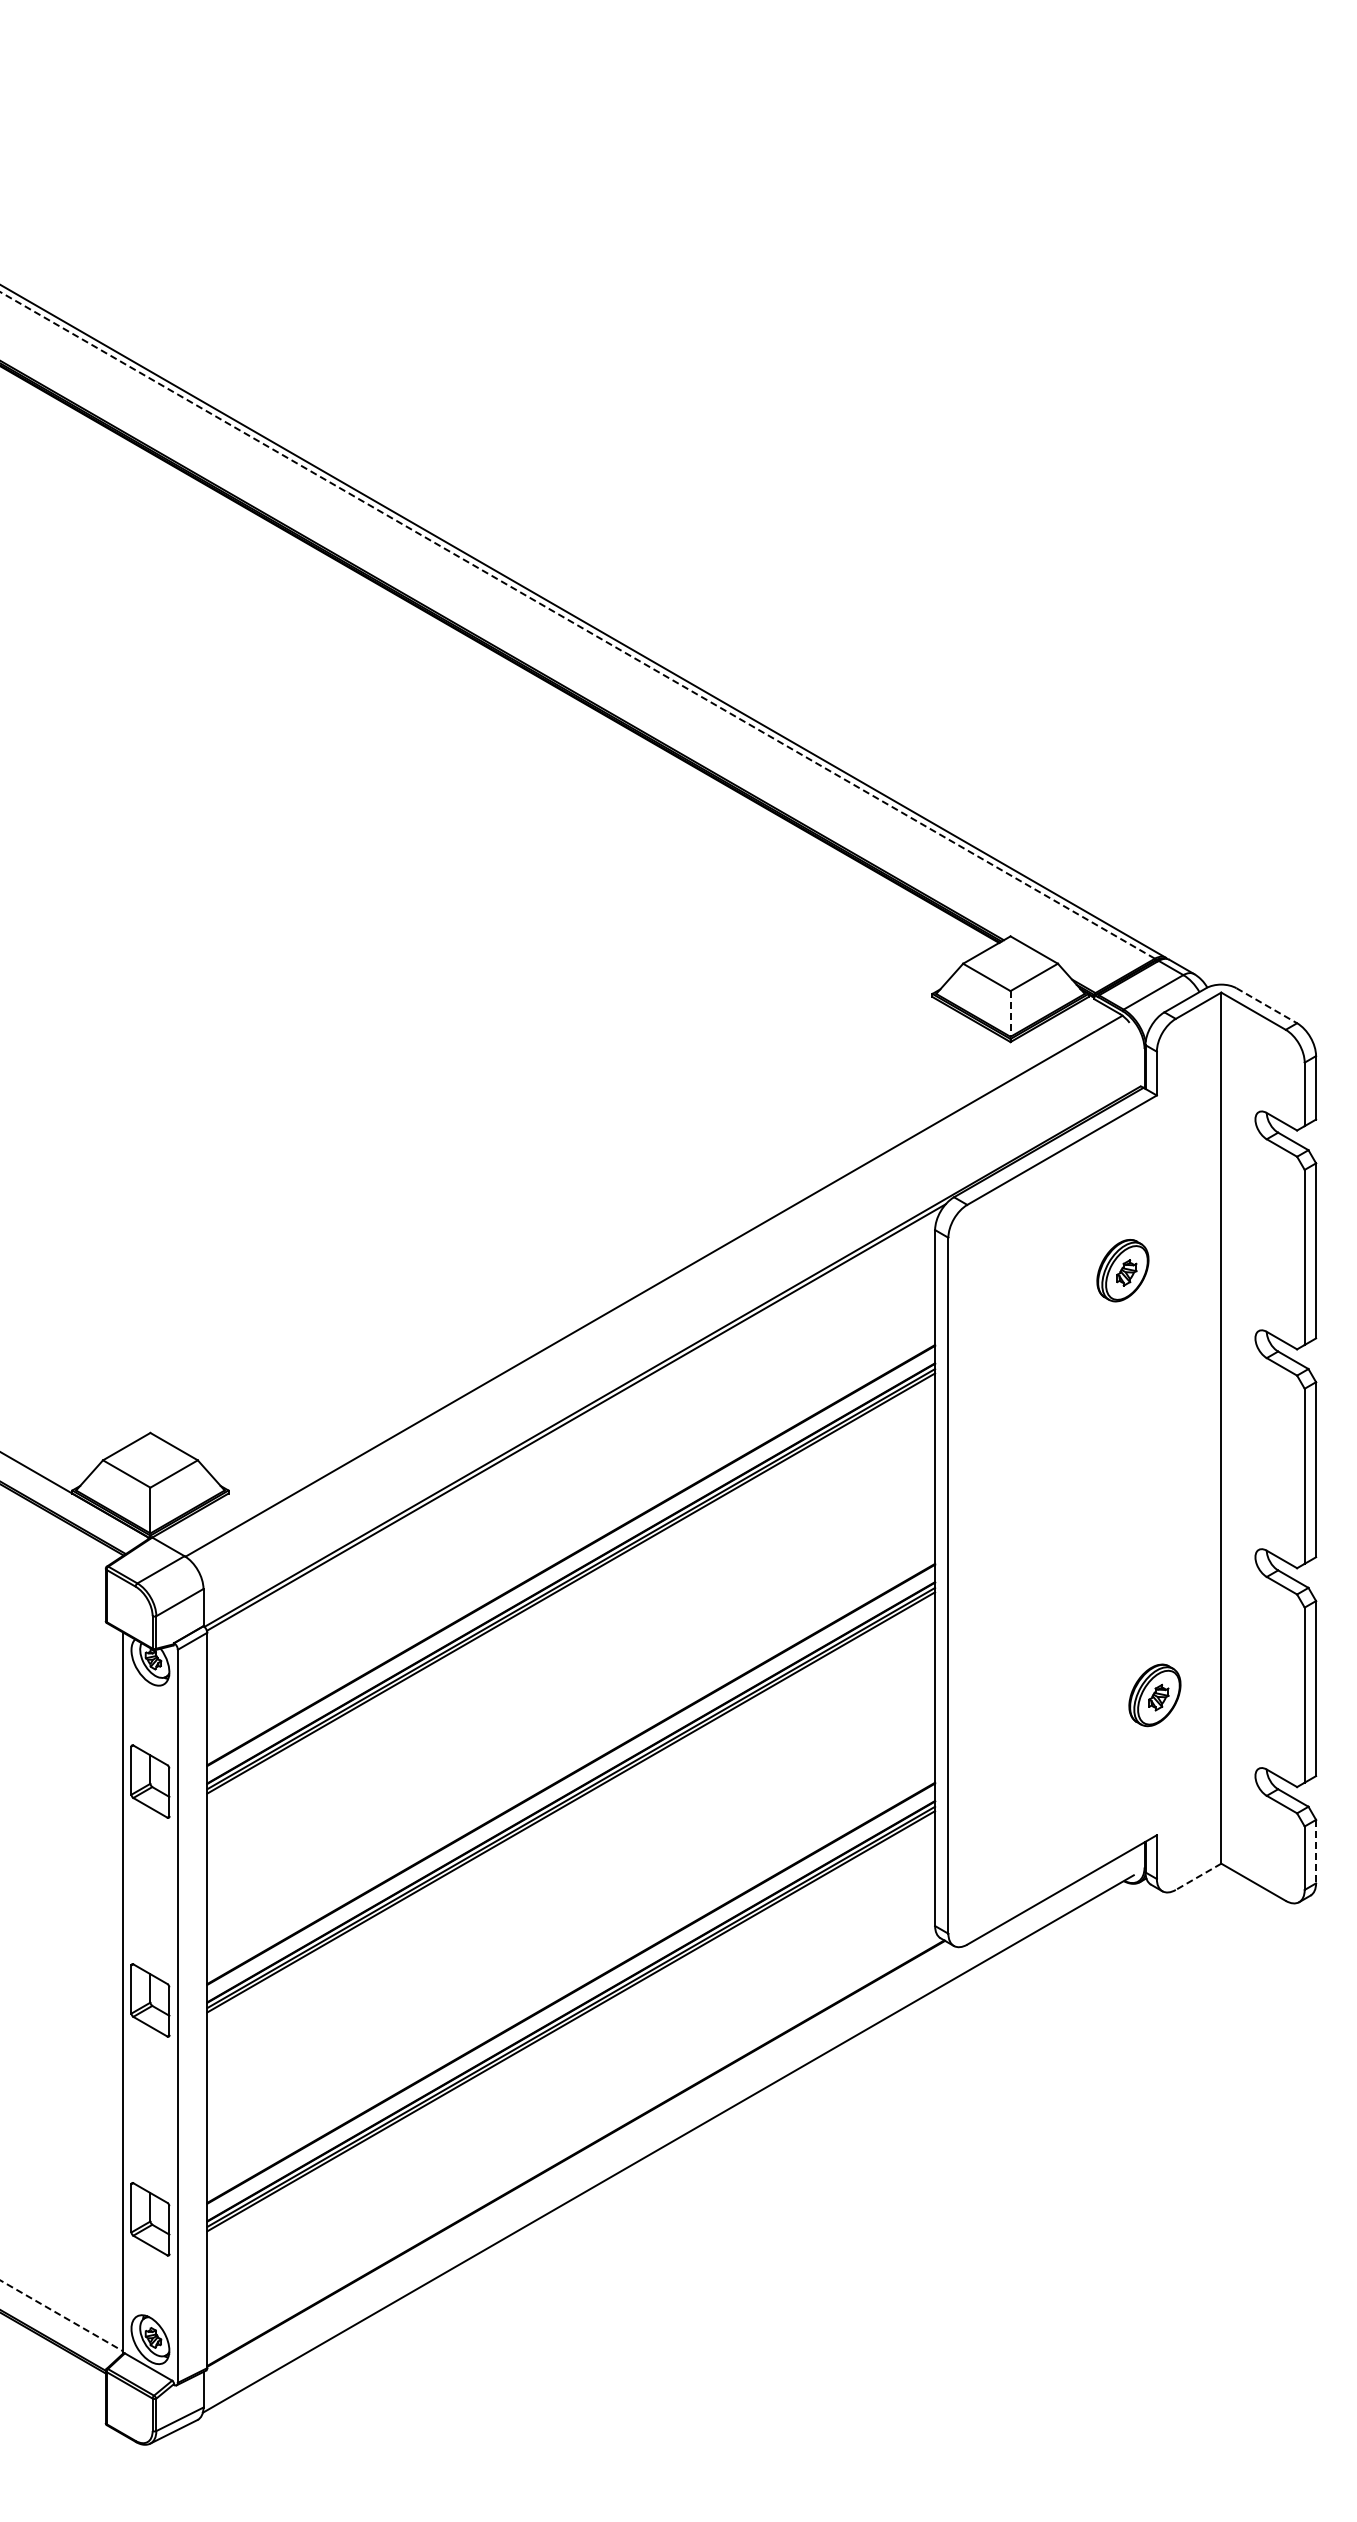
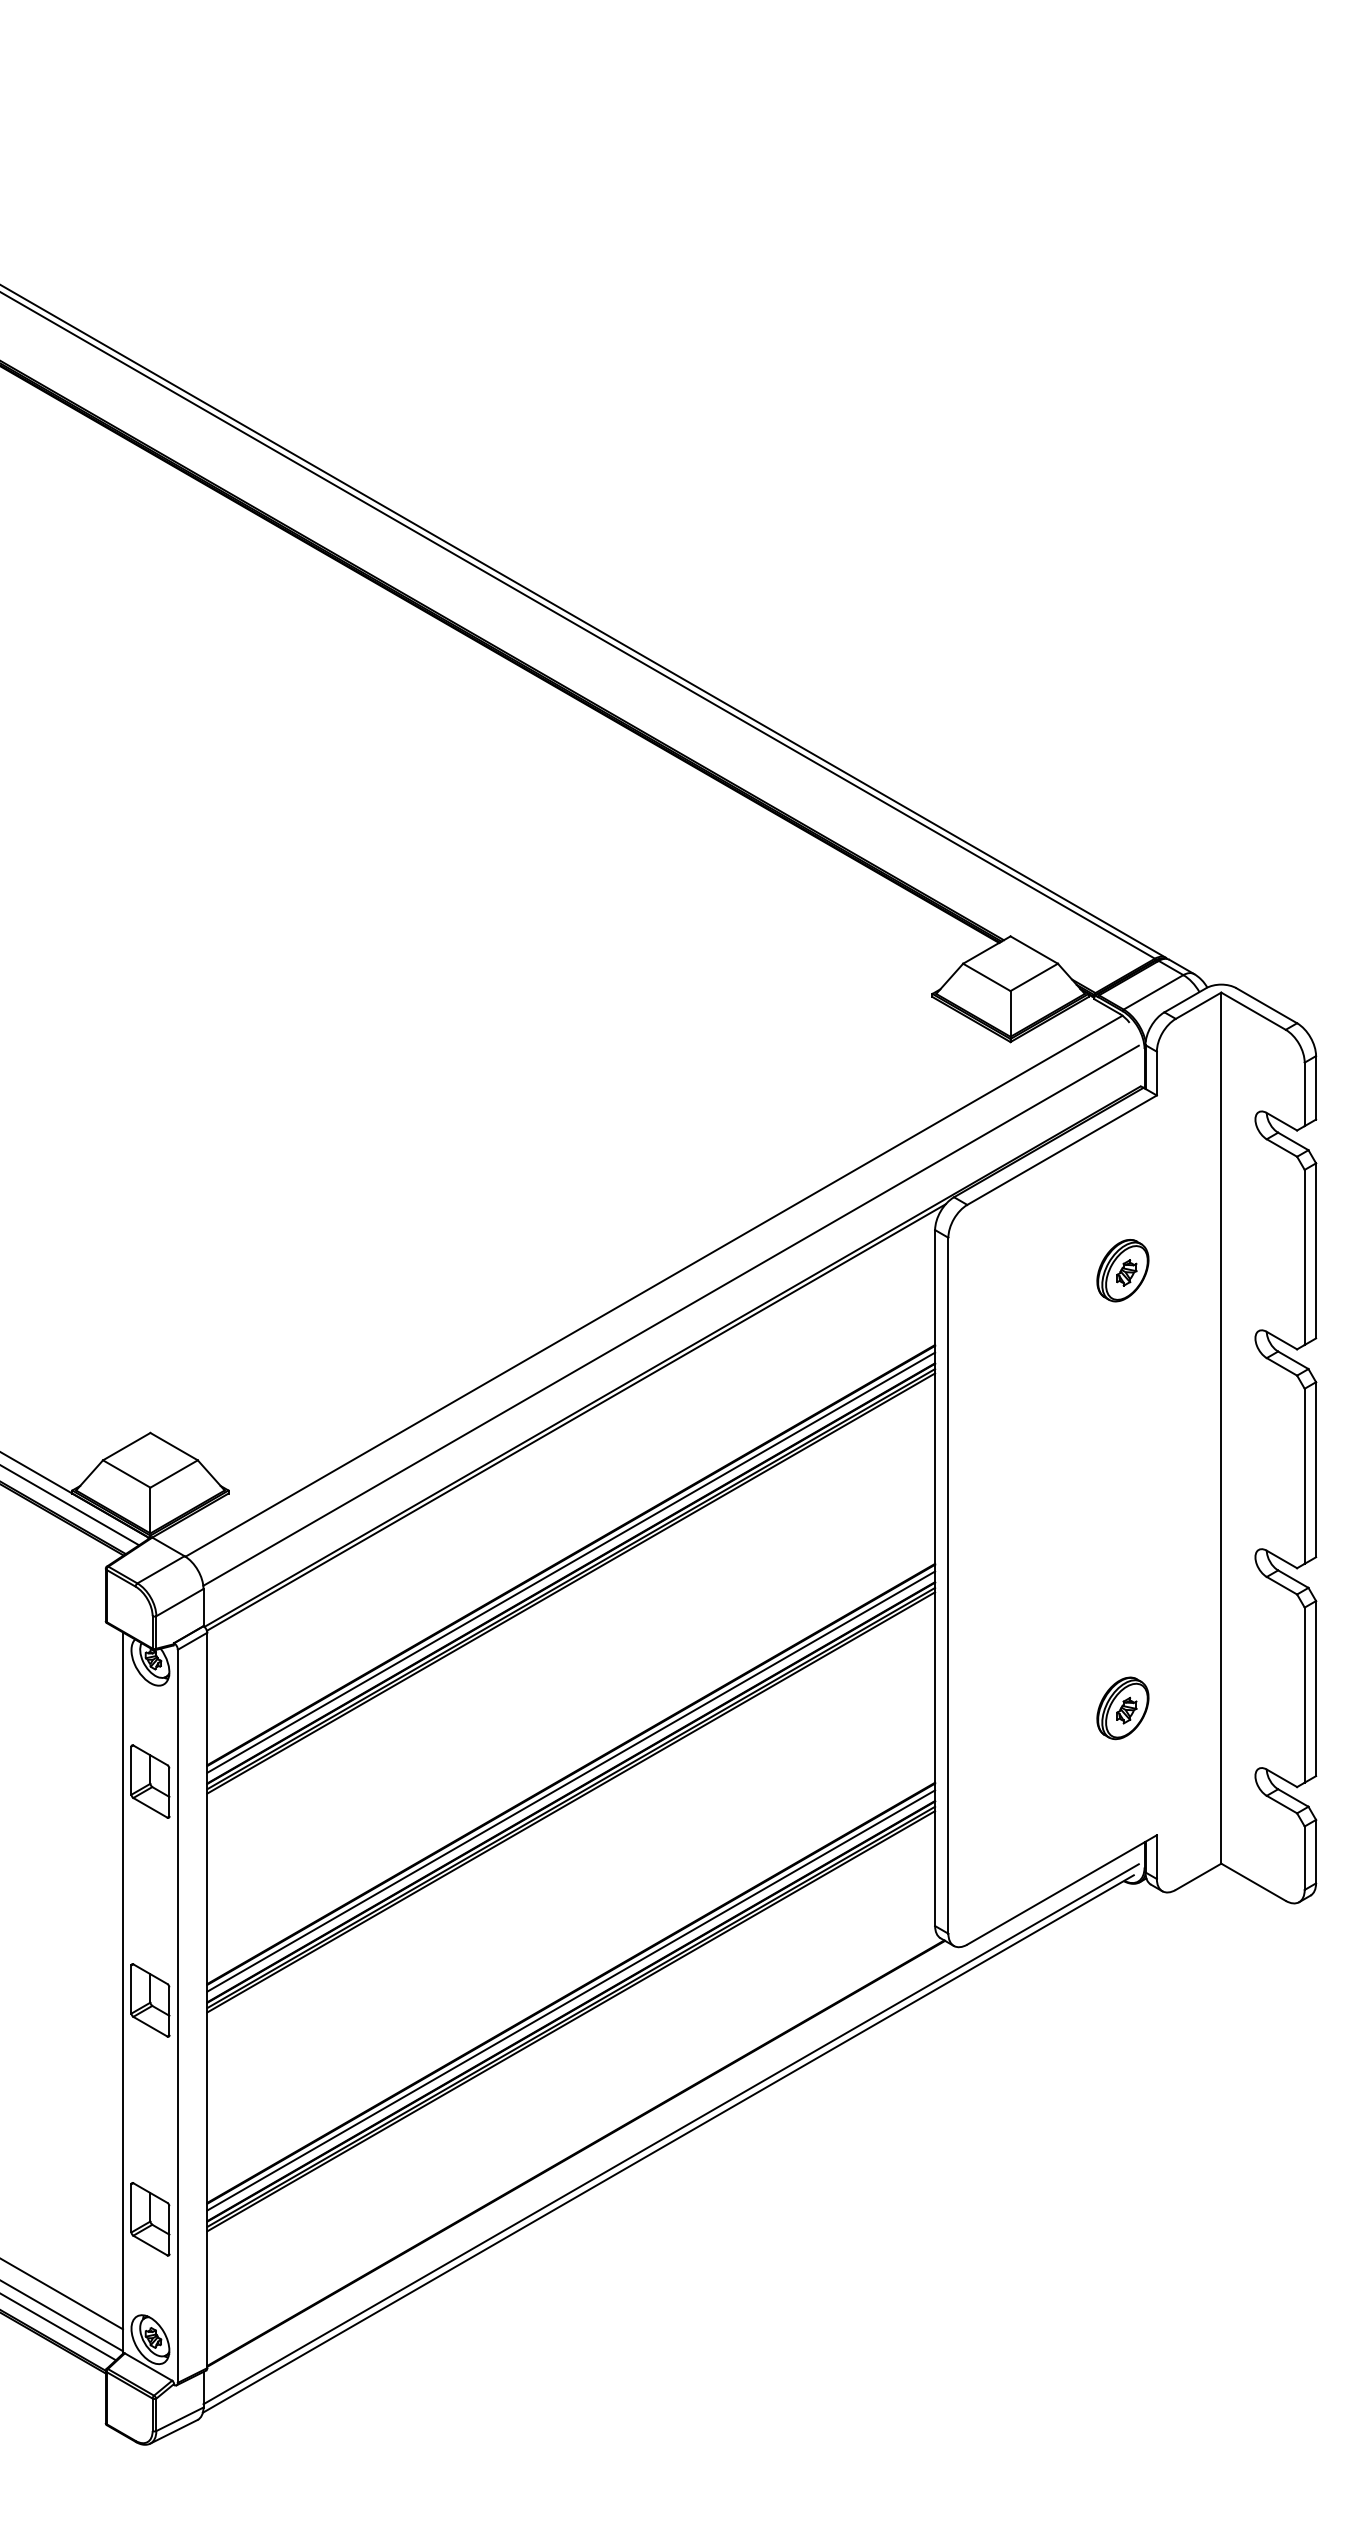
line at (577, 625): dashed -> solid
line at (1267, 1006): dashed -> solid
line at (1010, 1013): dashed -> solid
line at (670, 1315): none -> present
line at (70, 1505): none -> present
line at (571, 1562): none -> present
part at (1154, 1695) position: (1154, 1695) -> (1122, 1708)
line at (571, 1781): none -> present
line at (1316, 1851): dashed -> solid
line at (1198, 1877): dashed -> solid
line at (571, 2000): none -> present
line at (670, 2134): none -> present
line at (62, 2294): none -> present
line at (61, 2315): dashed -> solid
line at (58, 2327): none -> present
